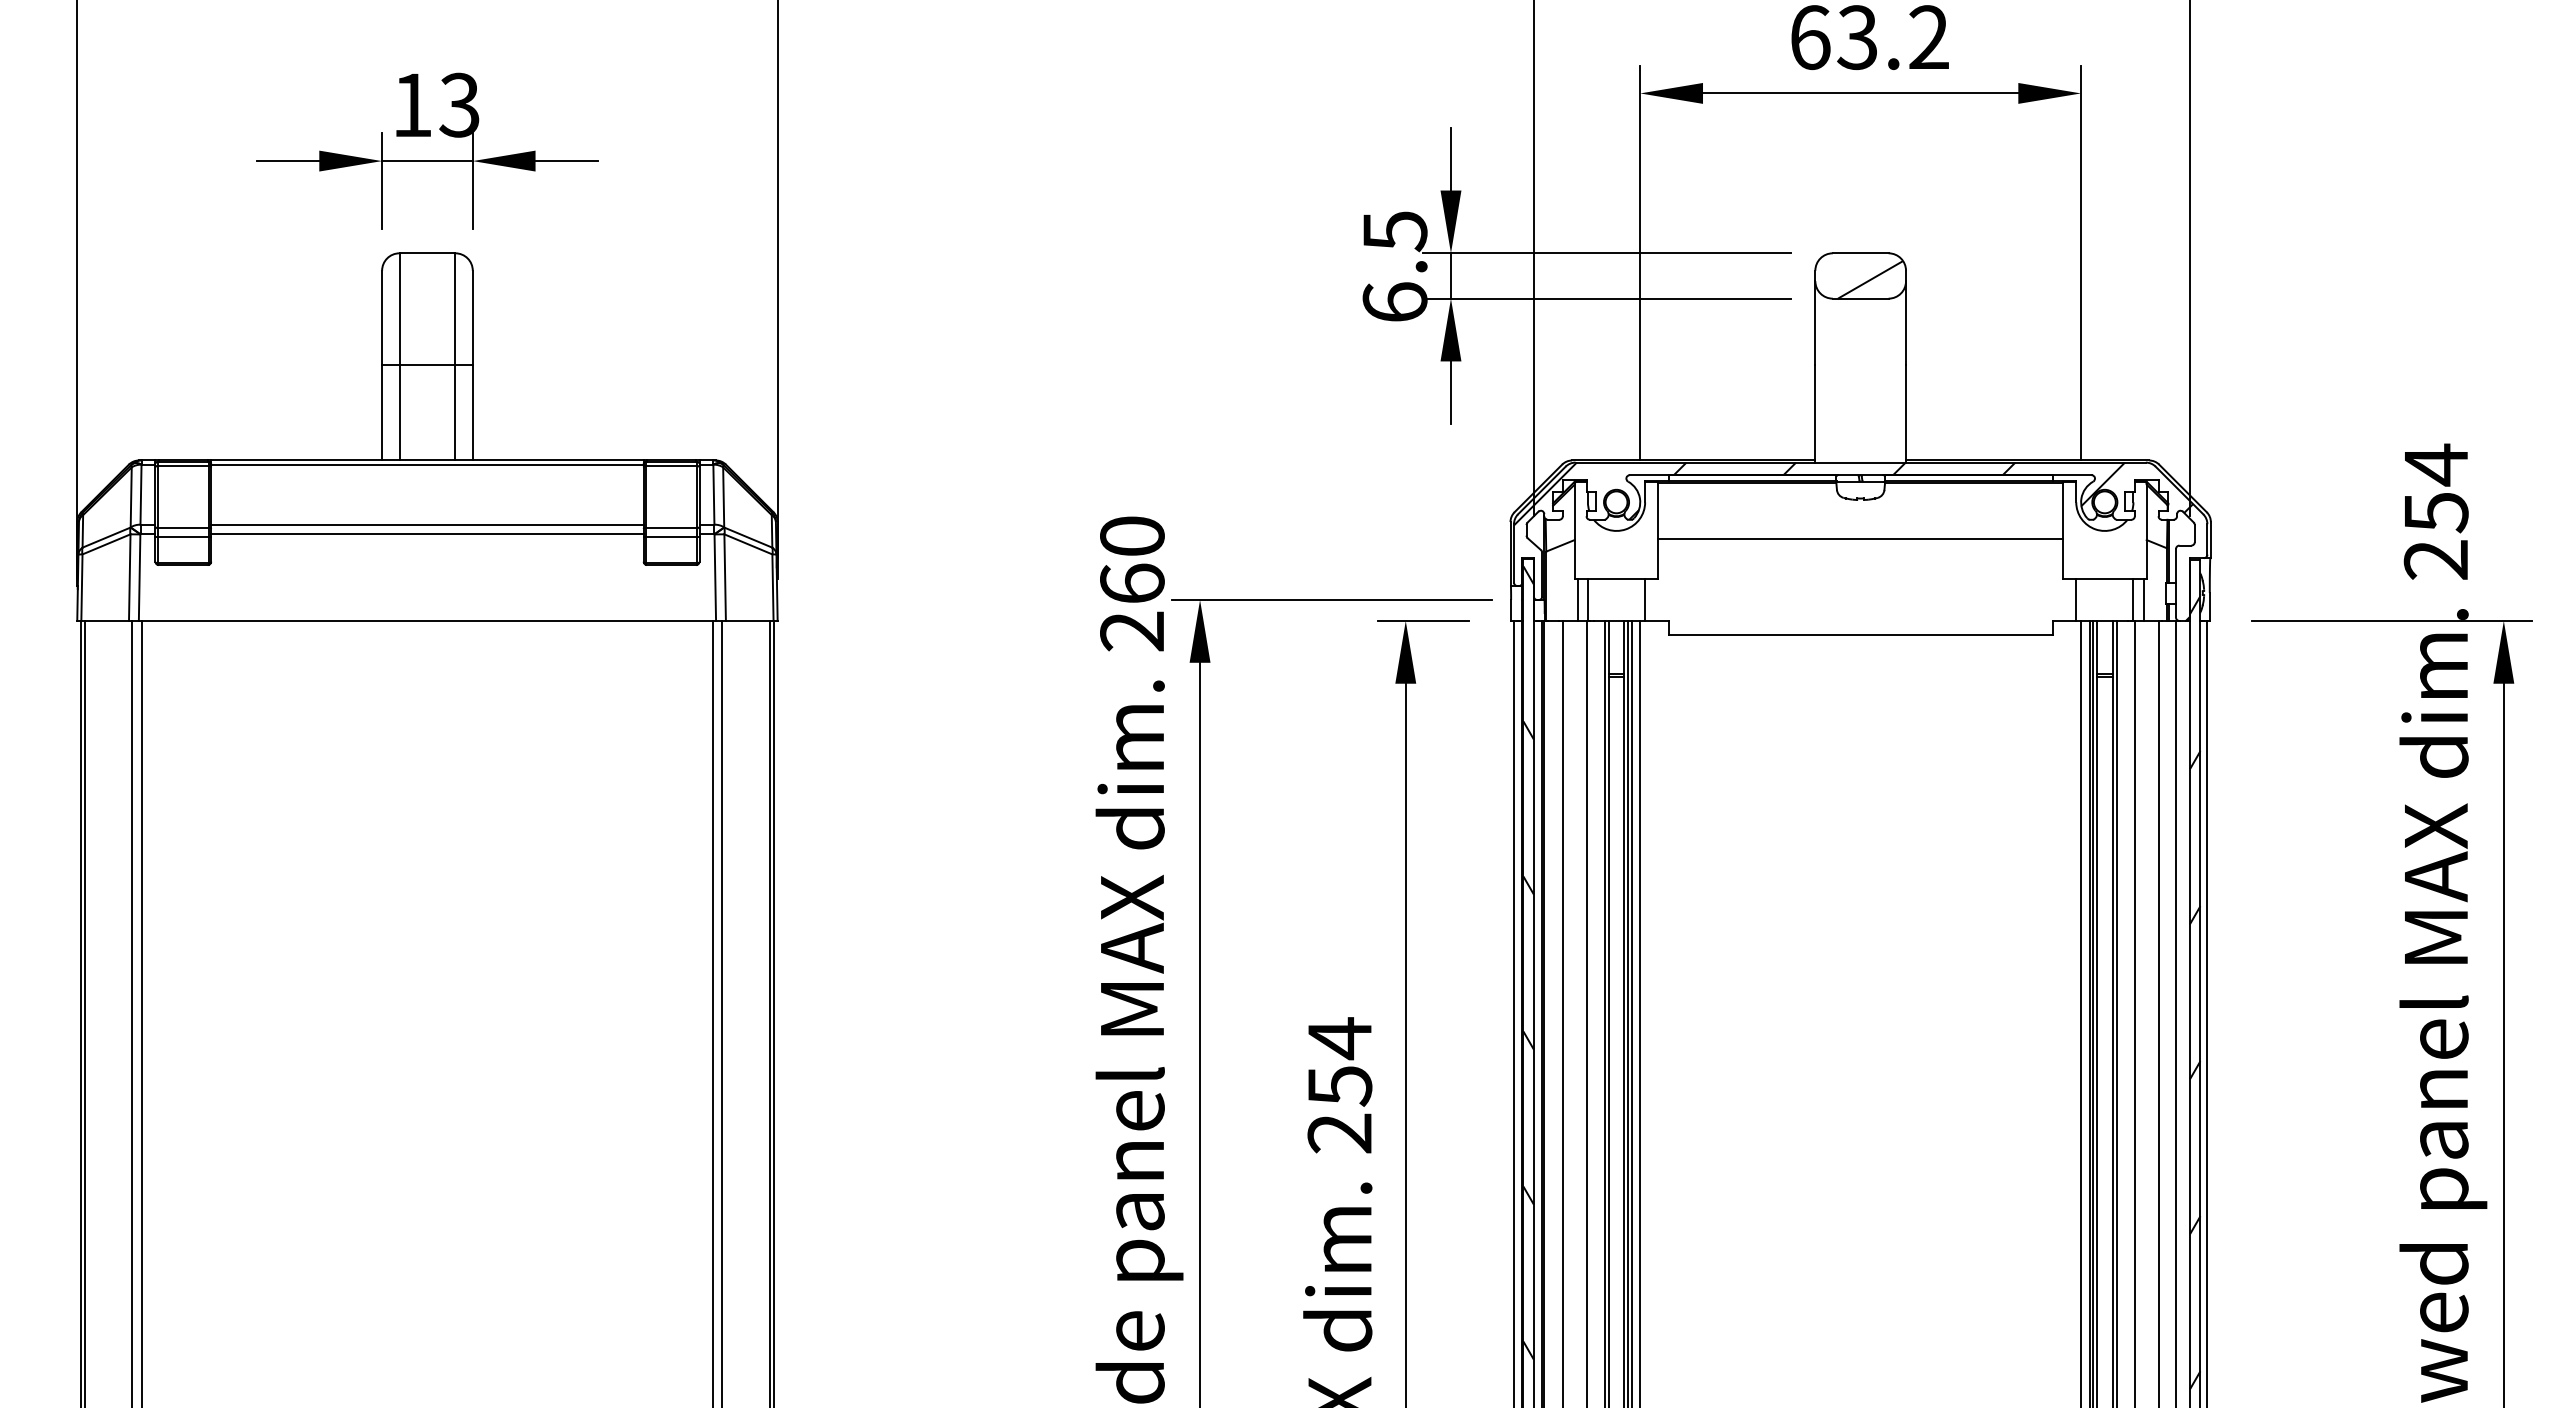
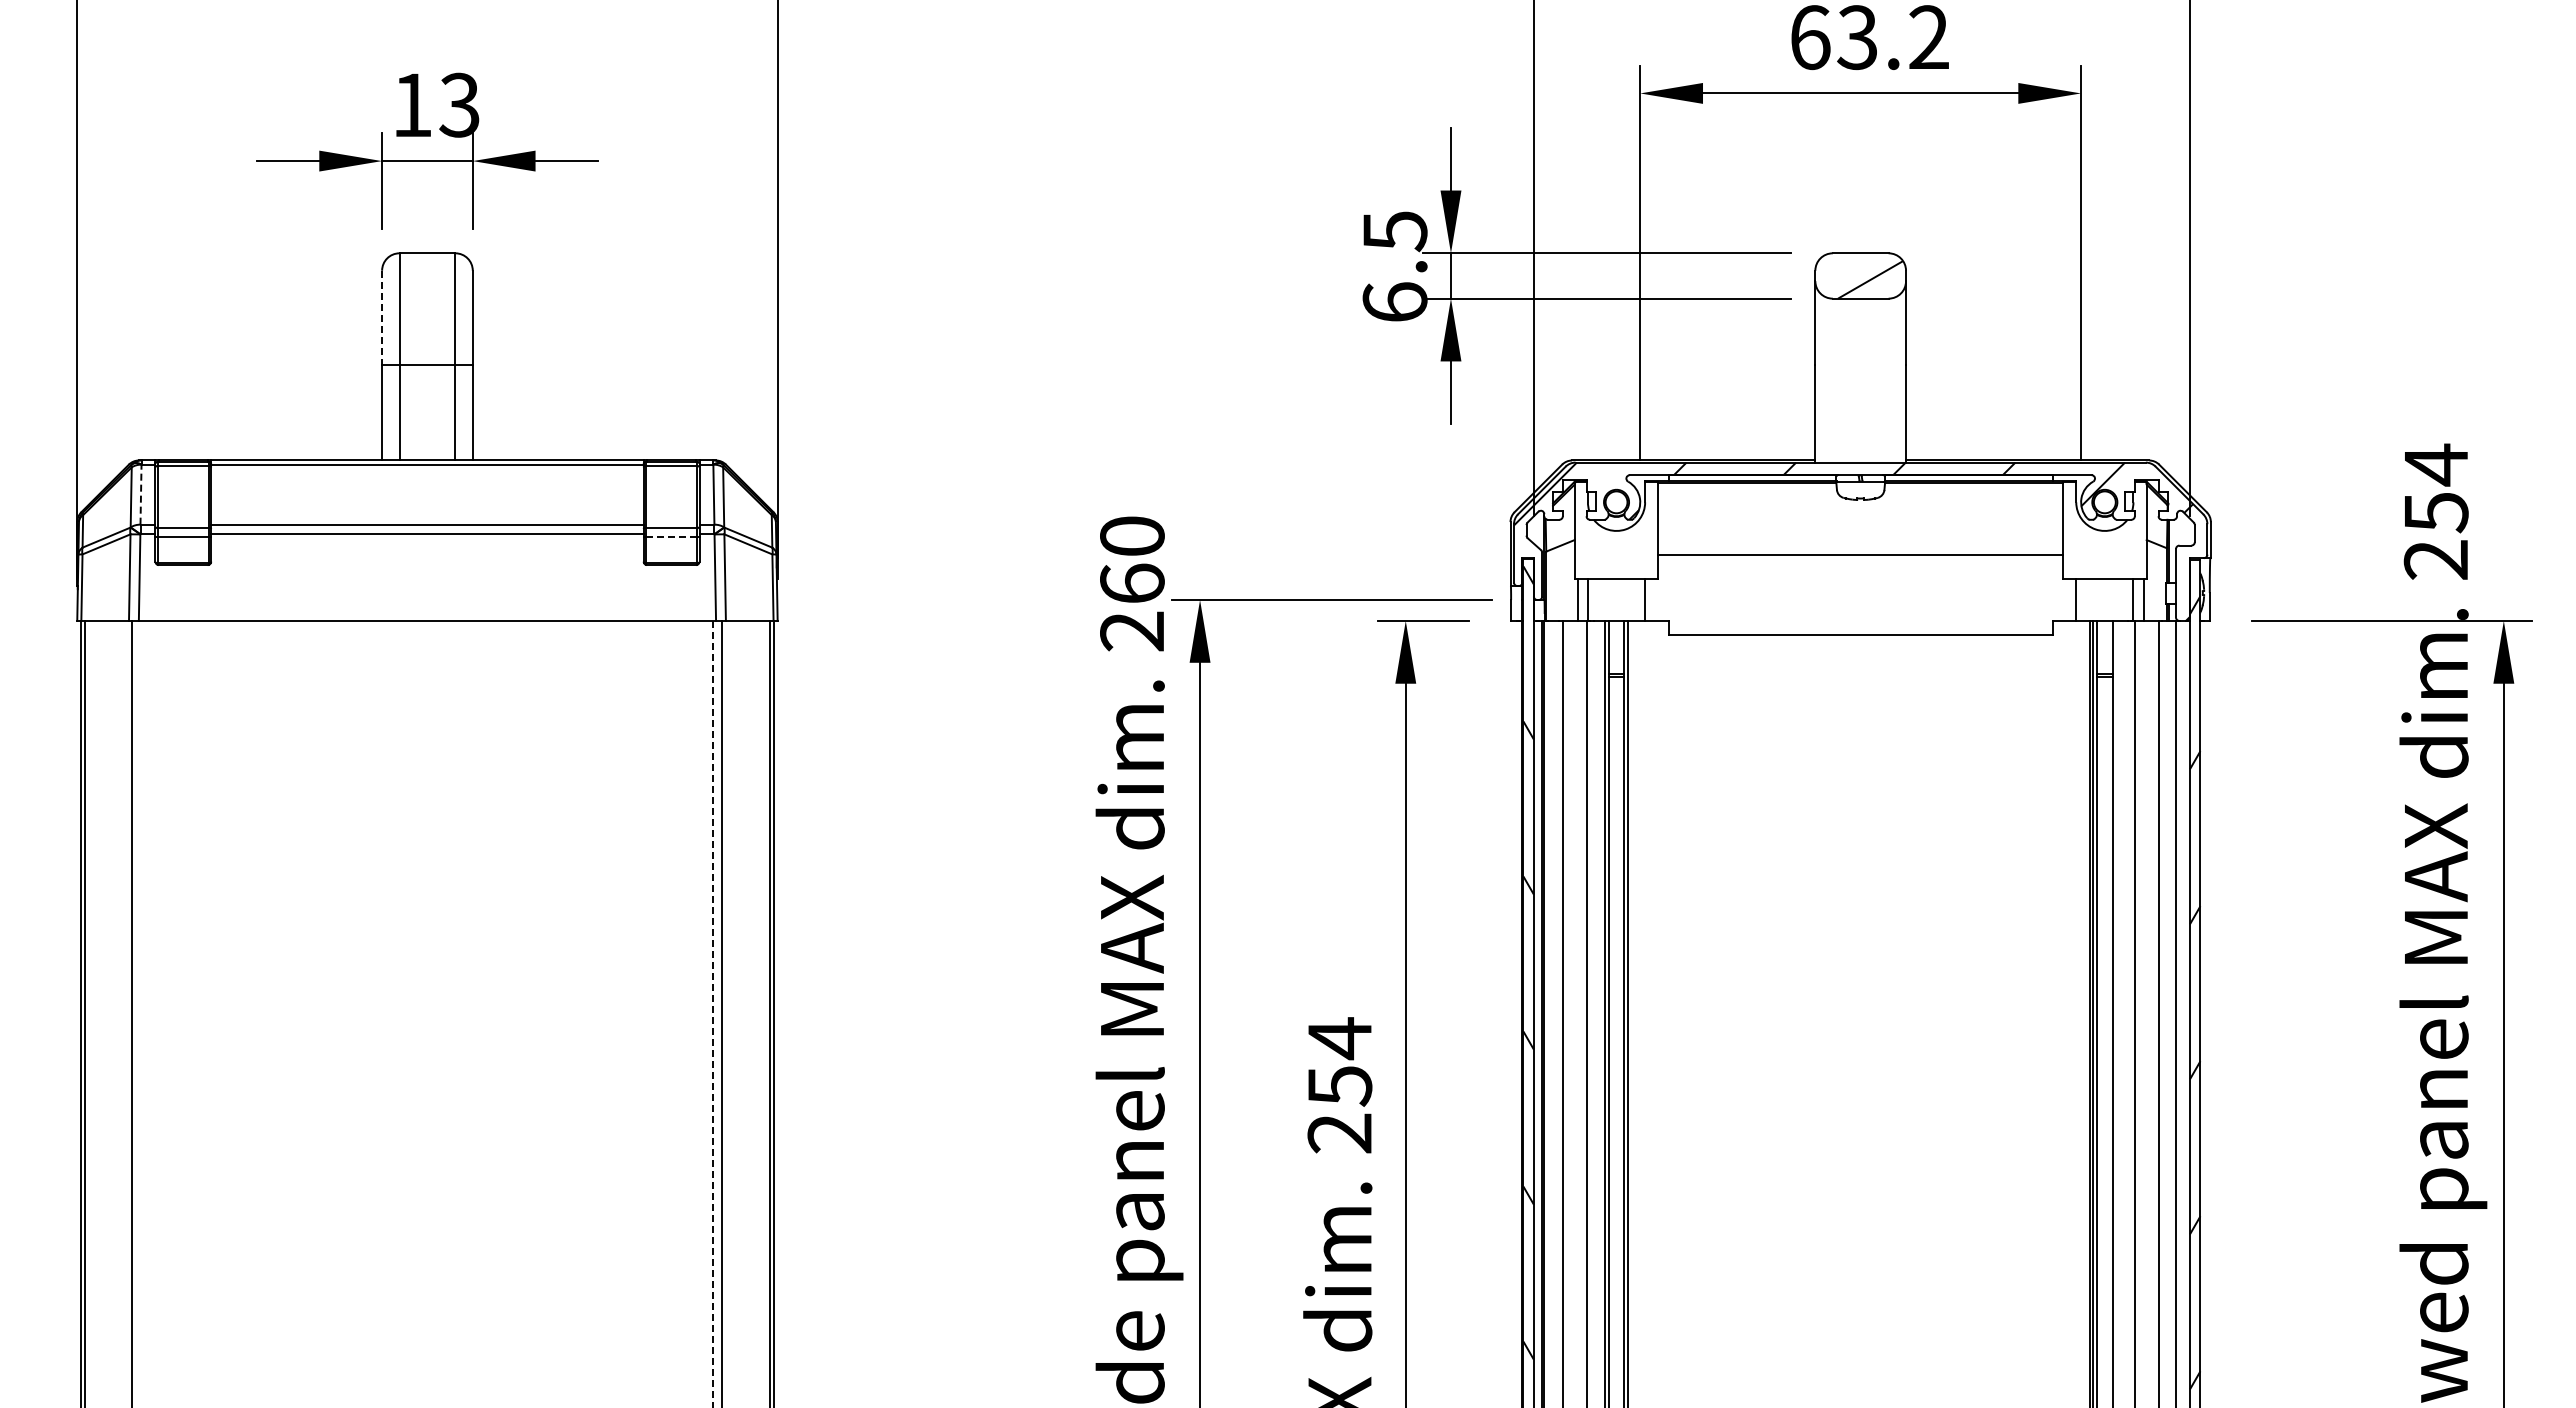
line at (382, 318): solid -> dashed
line at (141, 494): solid -> dashed
line at (671, 537): solid -> dashed
line at (1860, 538) position: (1860, 538) -> (1860, 554)
line at (142, 1012): present -> none
line at (1514, 1012): present -> none
line at (1631, 1012): present -> none
line at (1640, 1012): present -> none
line at (2081, 1012): present -> none
line at (2116, 1012): present -> none
line at (2207, 1012): present -> none
line at (712, 1014): solid -> dashed
